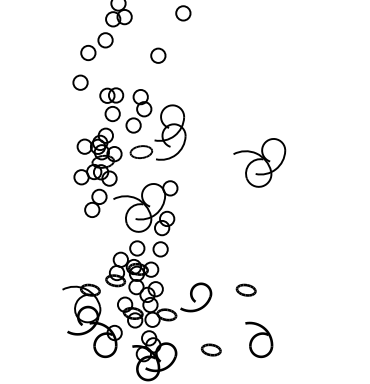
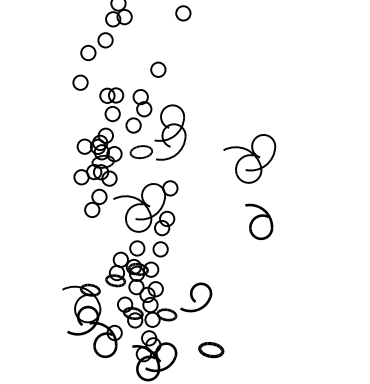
circle at (158, 55) position: (158, 55) -> (158, 69)
part at (259, 162) position: (259, 162) -> (249, 158)
part at (245, 289): present -> none
curve at (257, 336) position: (257, 336) -> (257, 218)
part at (211, 349) size: 21x14 px -> 27x17 px
